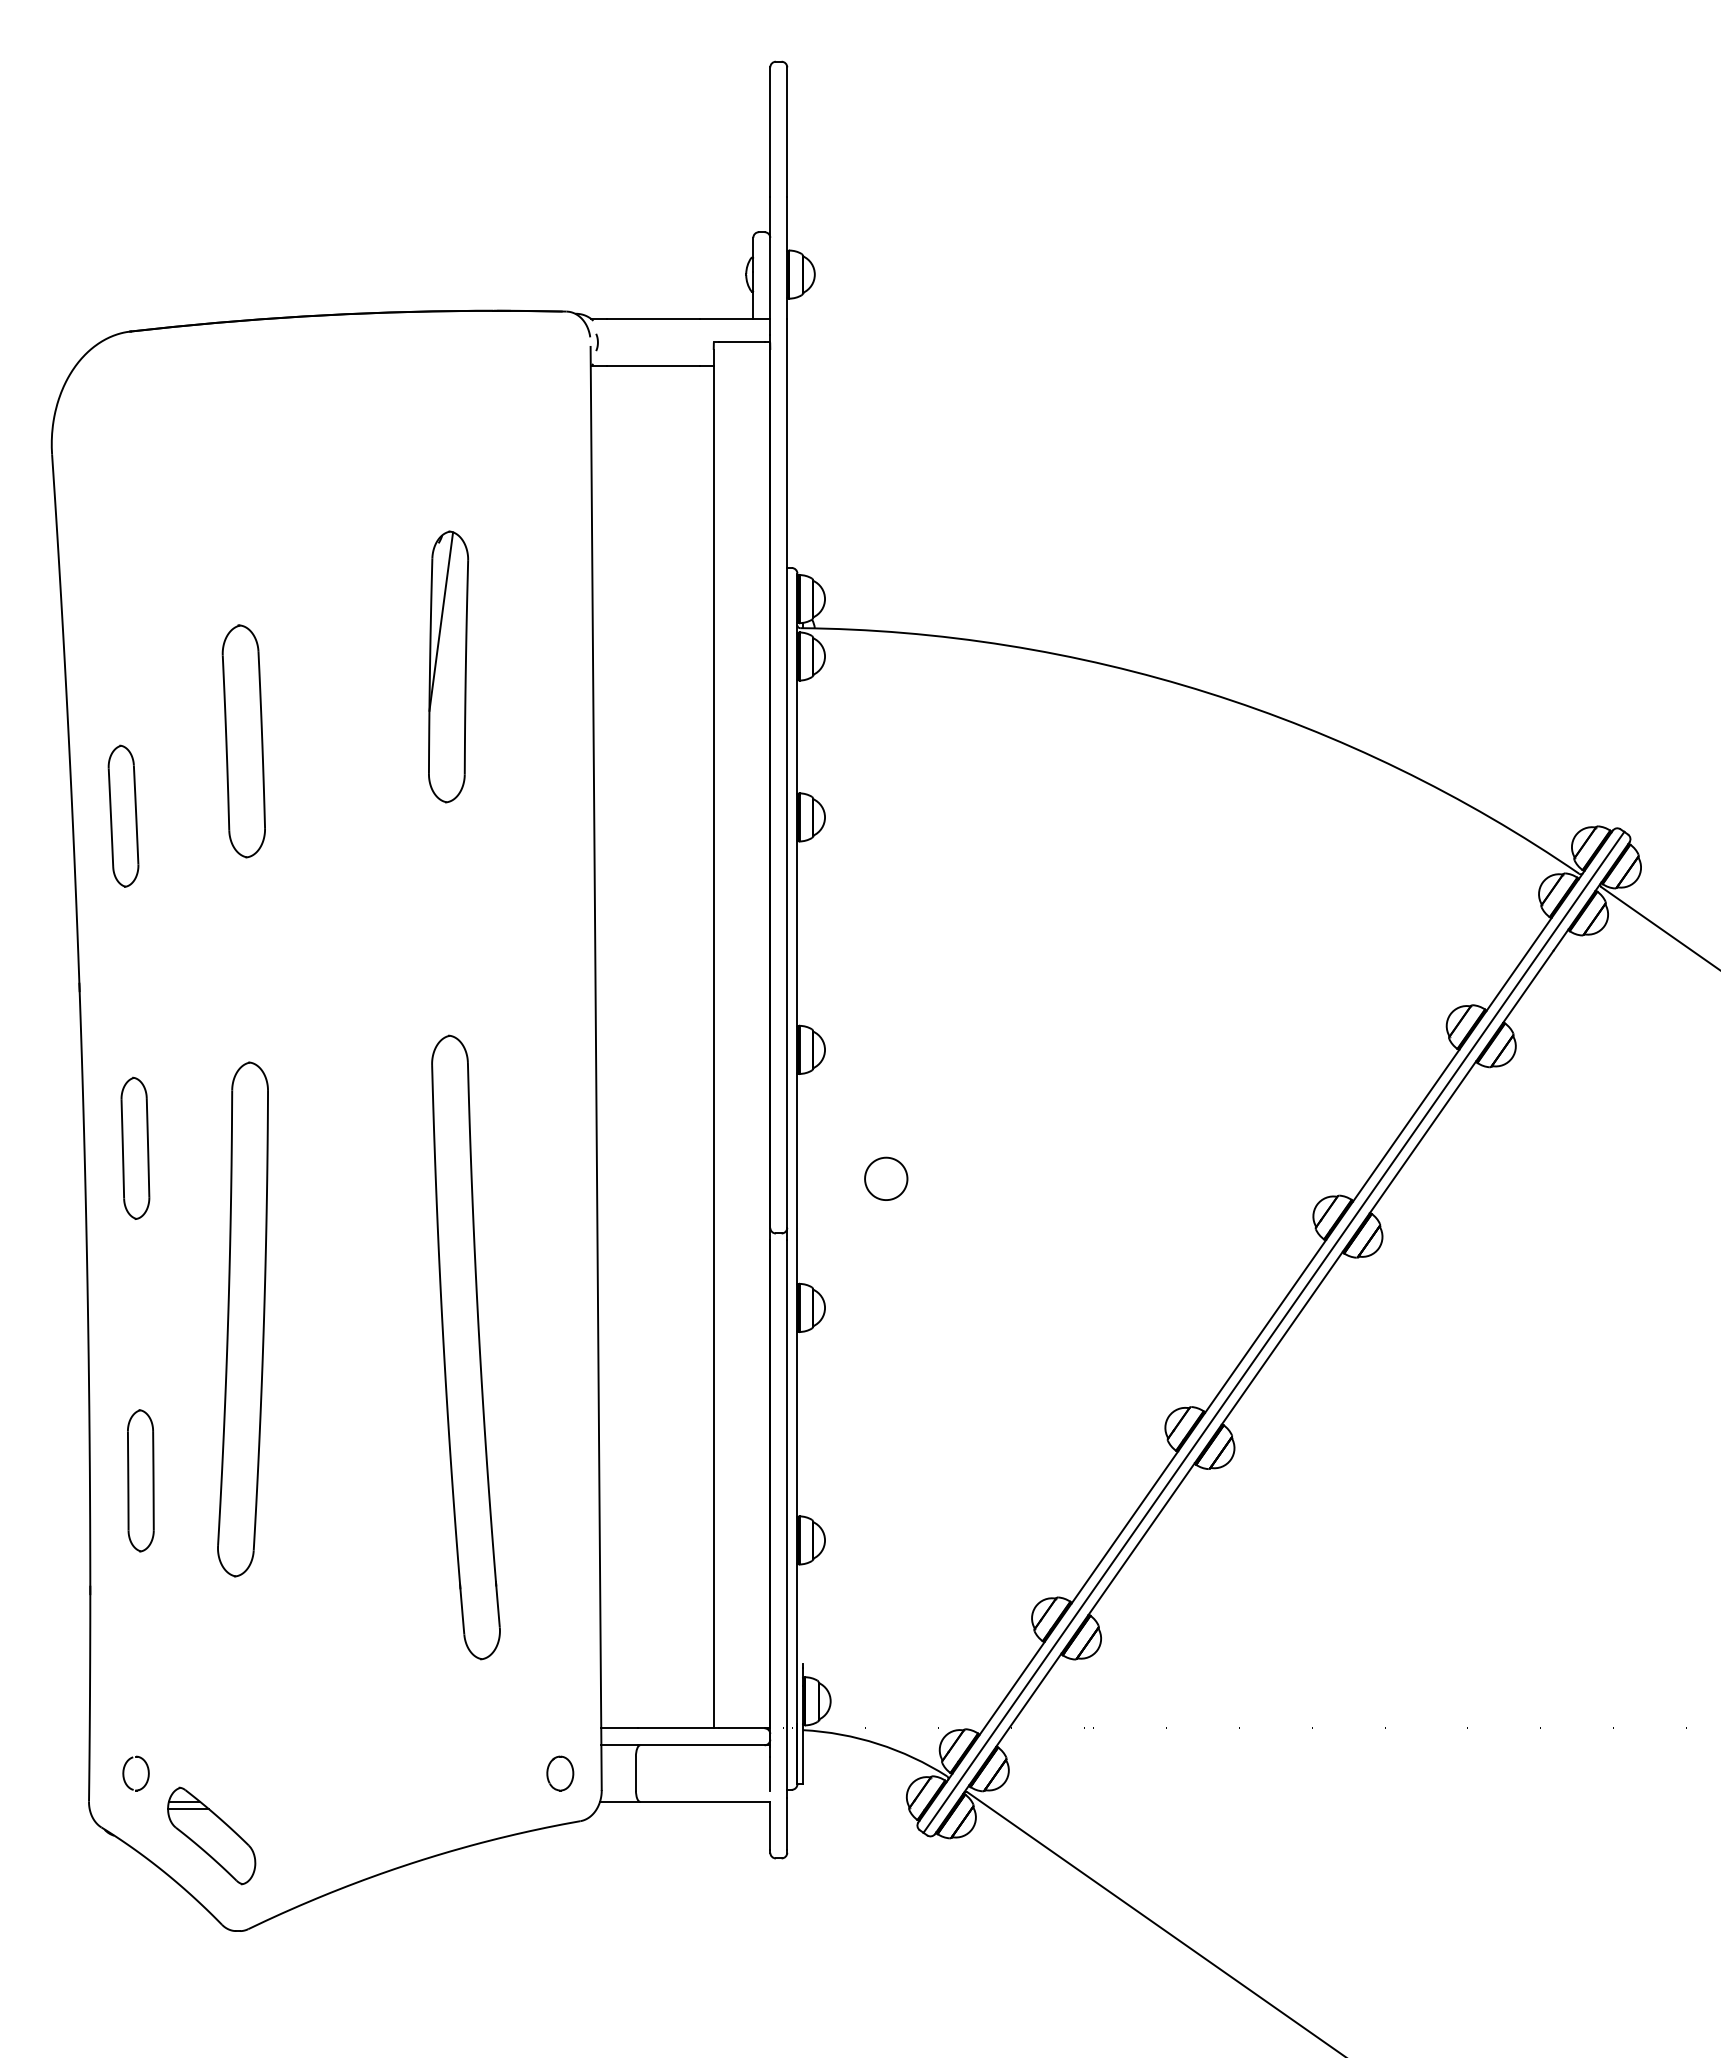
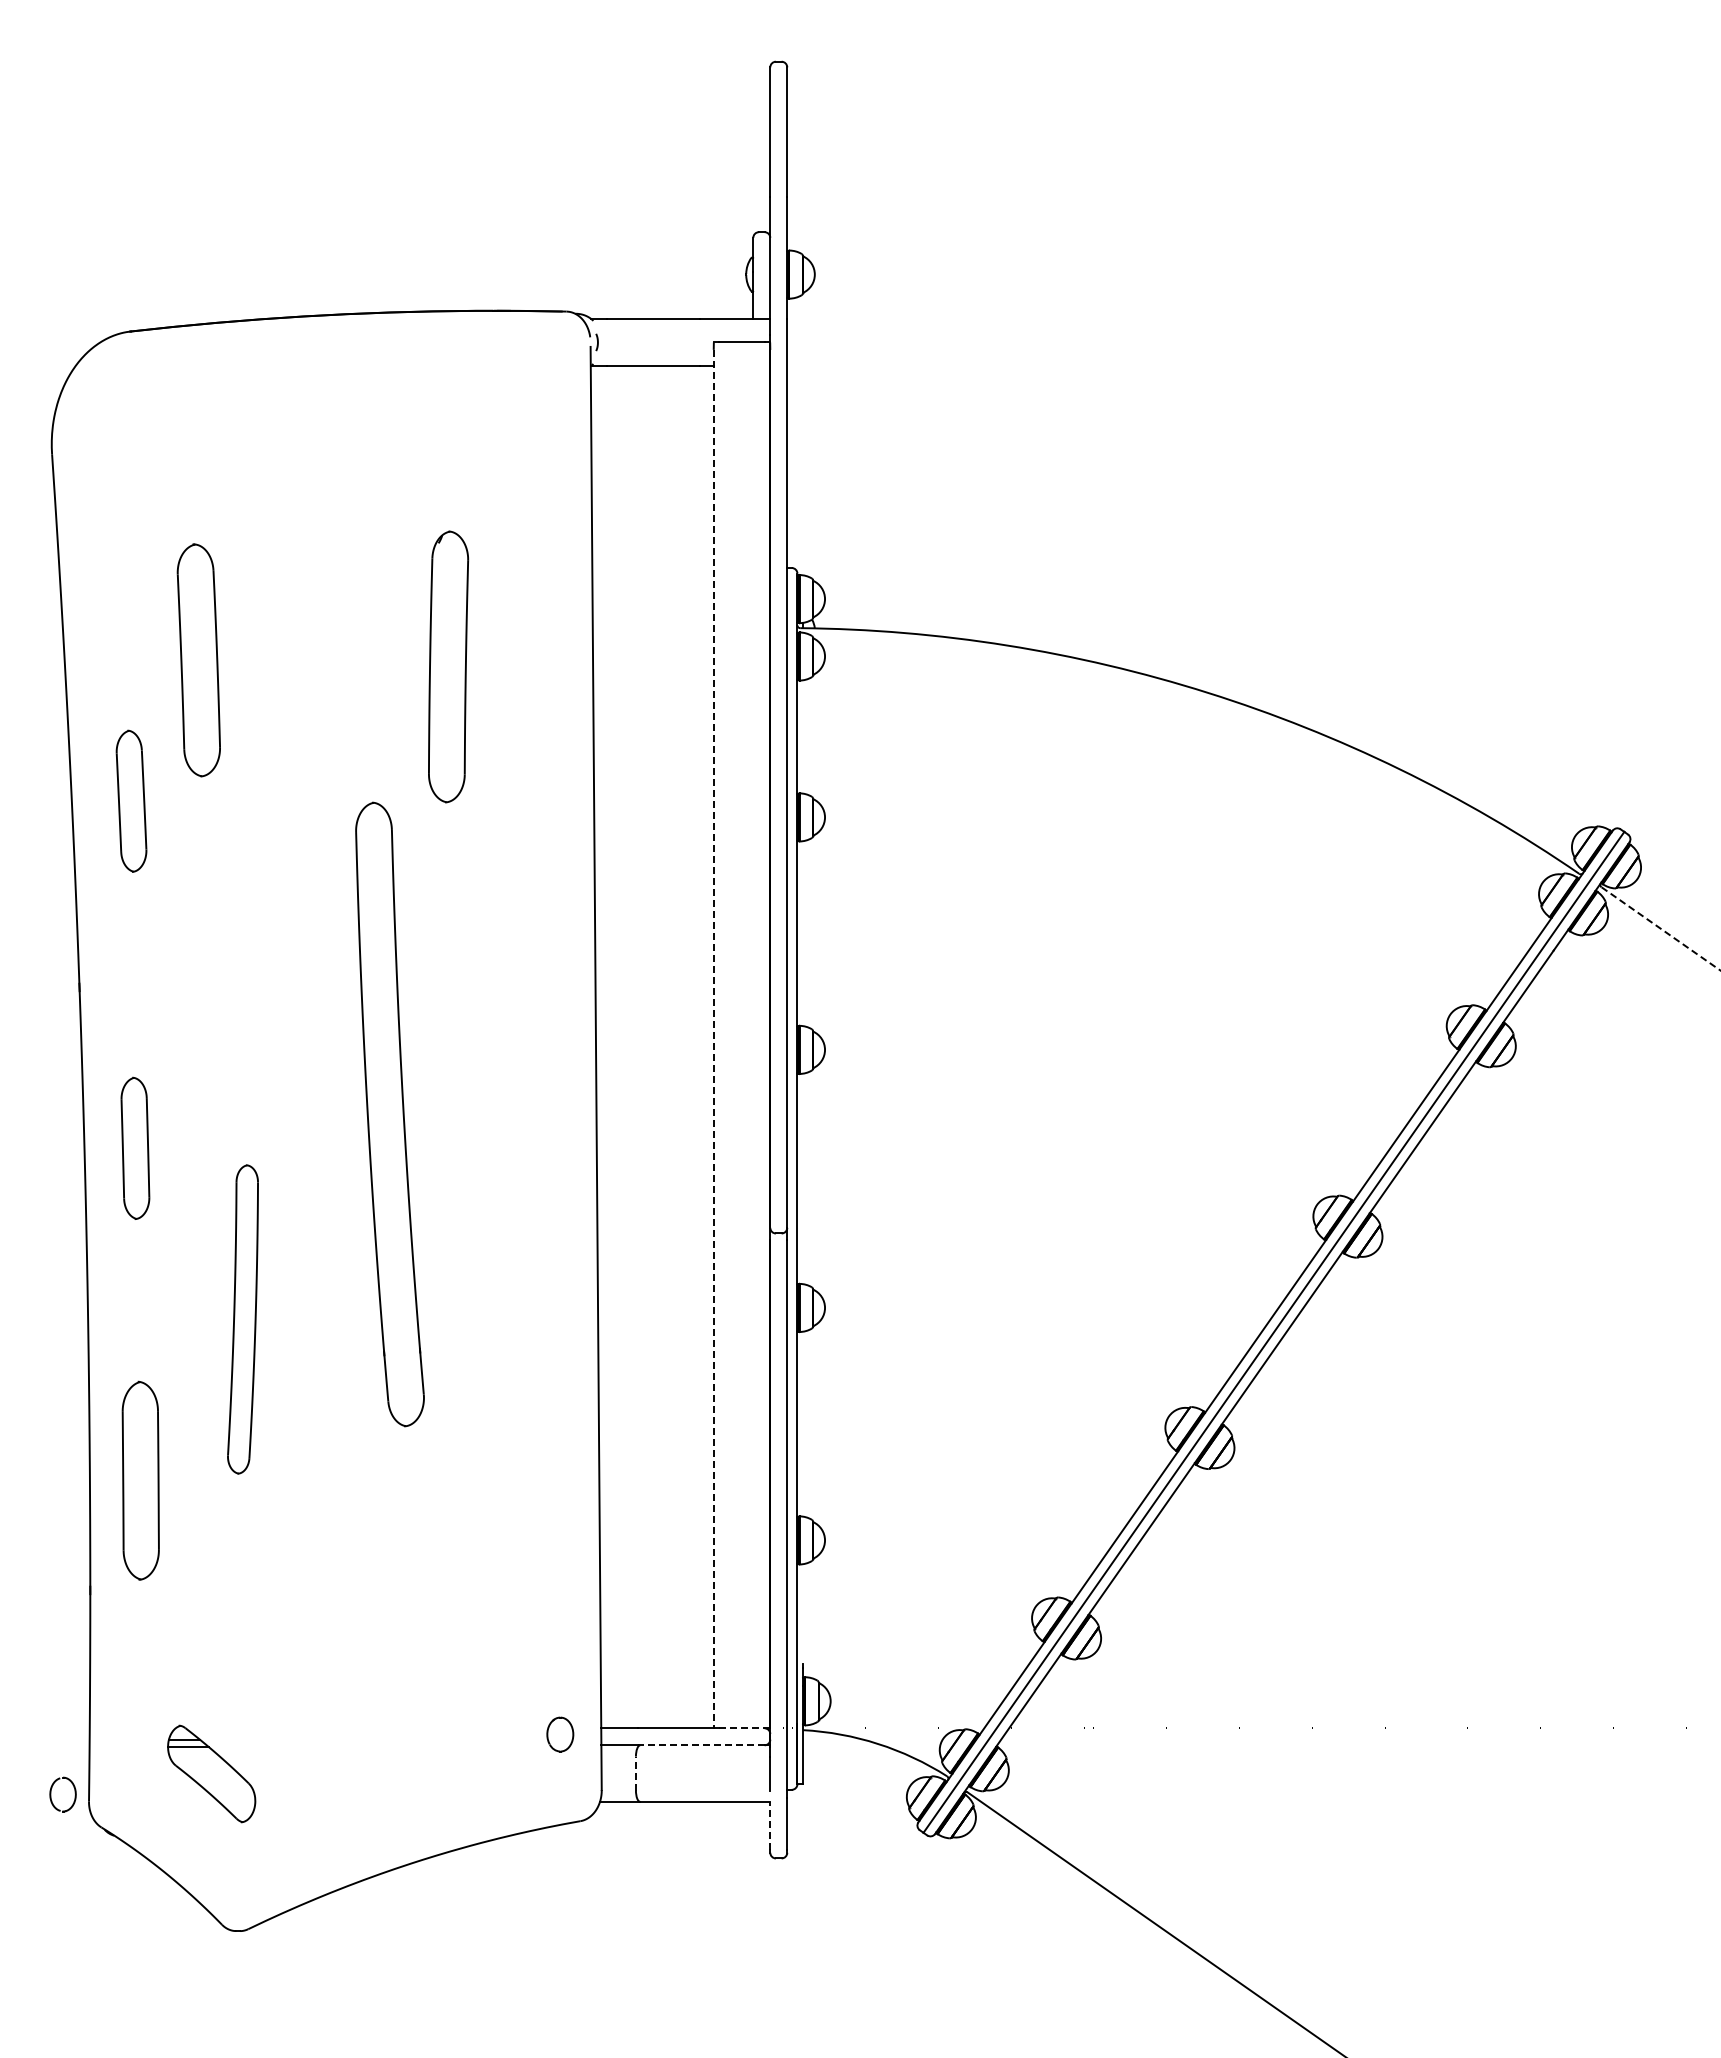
line at (441, 621): present -> none
part at (243, 741) position: (243, 741) -> (198, 660)
part at (123, 815) position: (123, 815) -> (131, 800)
line at (1660, 928): solid -> dashed
line at (713, 1039): solid -> dashed
part at (886, 1178): present -> none
part at (242, 1319) size: 52x517 px -> 32x311 px
part at (465, 1347) position: (465, 1347) -> (389, 1114)
part at (140, 1480) size: 28x144 px -> 39x201 px
line at (742, 1728): solid -> dashed
line at (700, 1745): solid -> dashed
part at (124, 1773) position: (124, 1773) -> (51, 1794)
part at (560, 1773) position: (560, 1773) -> (560, 1734)
line at (635, 1773): solid -> dashed
line at (770, 1825): solid -> dashed
part at (211, 1835) position: (211, 1835) -> (211, 1773)
